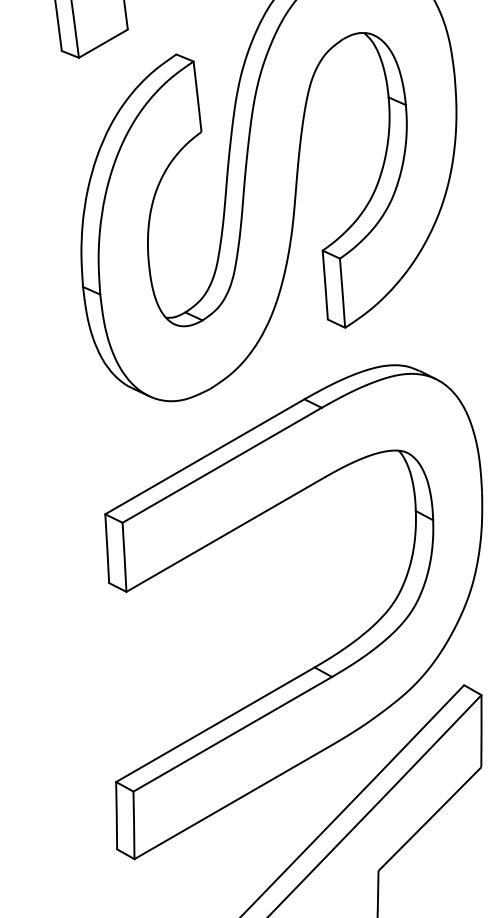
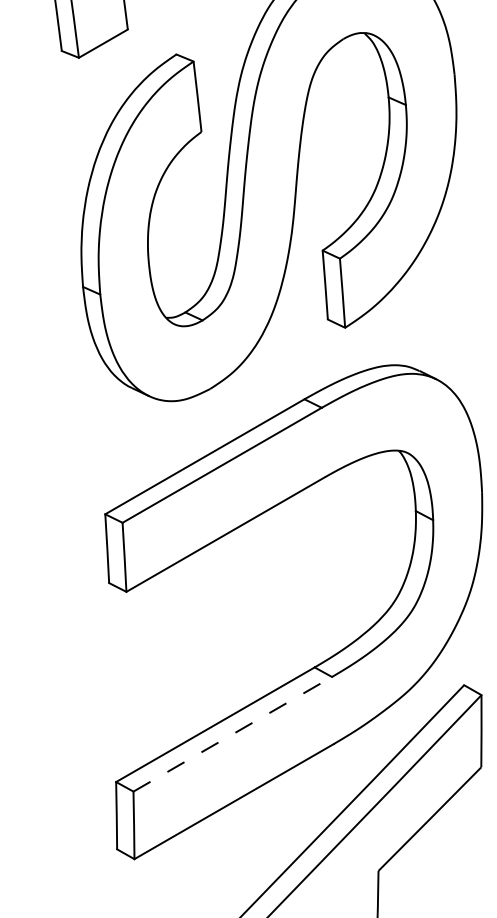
line at (232, 734): solid -> dashed
